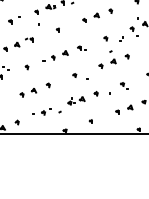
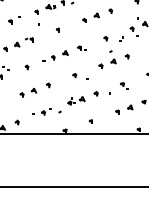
line at (73, 187): none -> present
